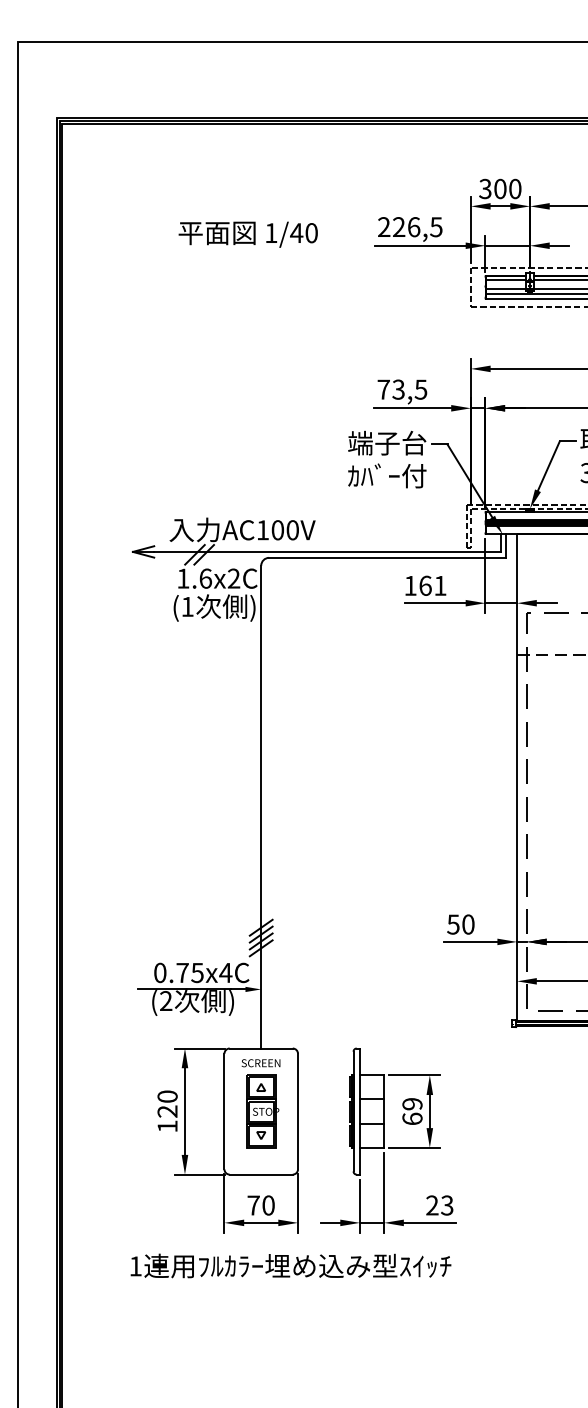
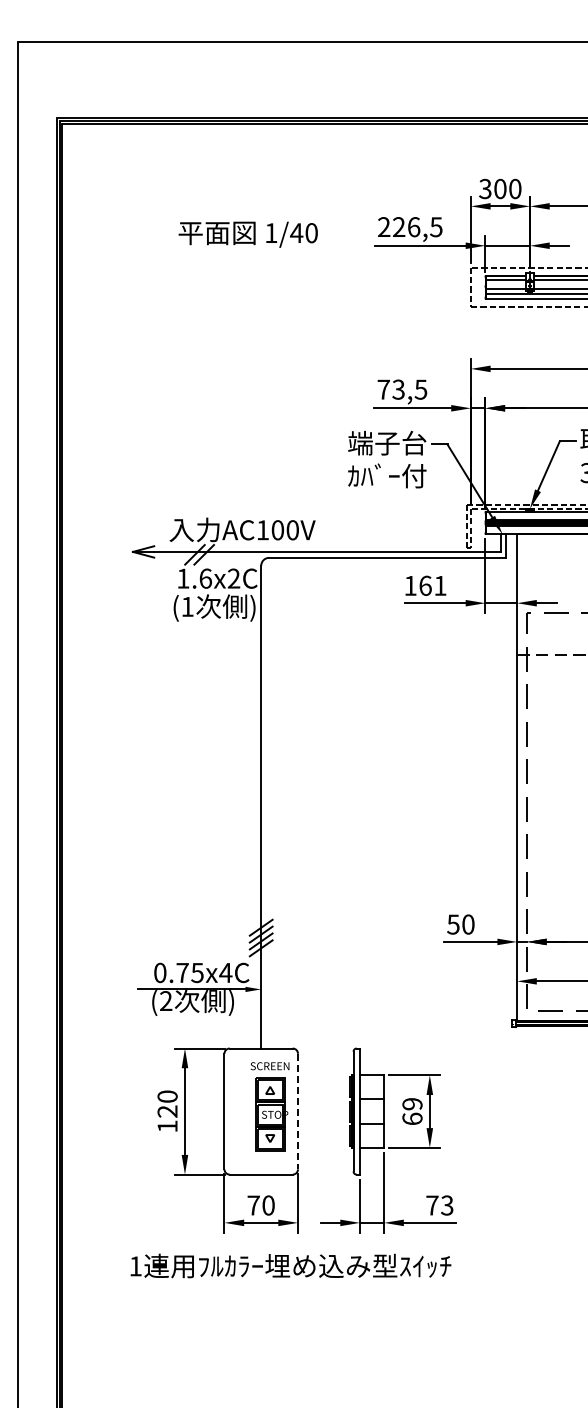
part at (260, 1103) position: (260, 1103) -> (269, 1106)
line at (298, 1111): solid -> dashed
text at (432, 1205): 23 -> 73
